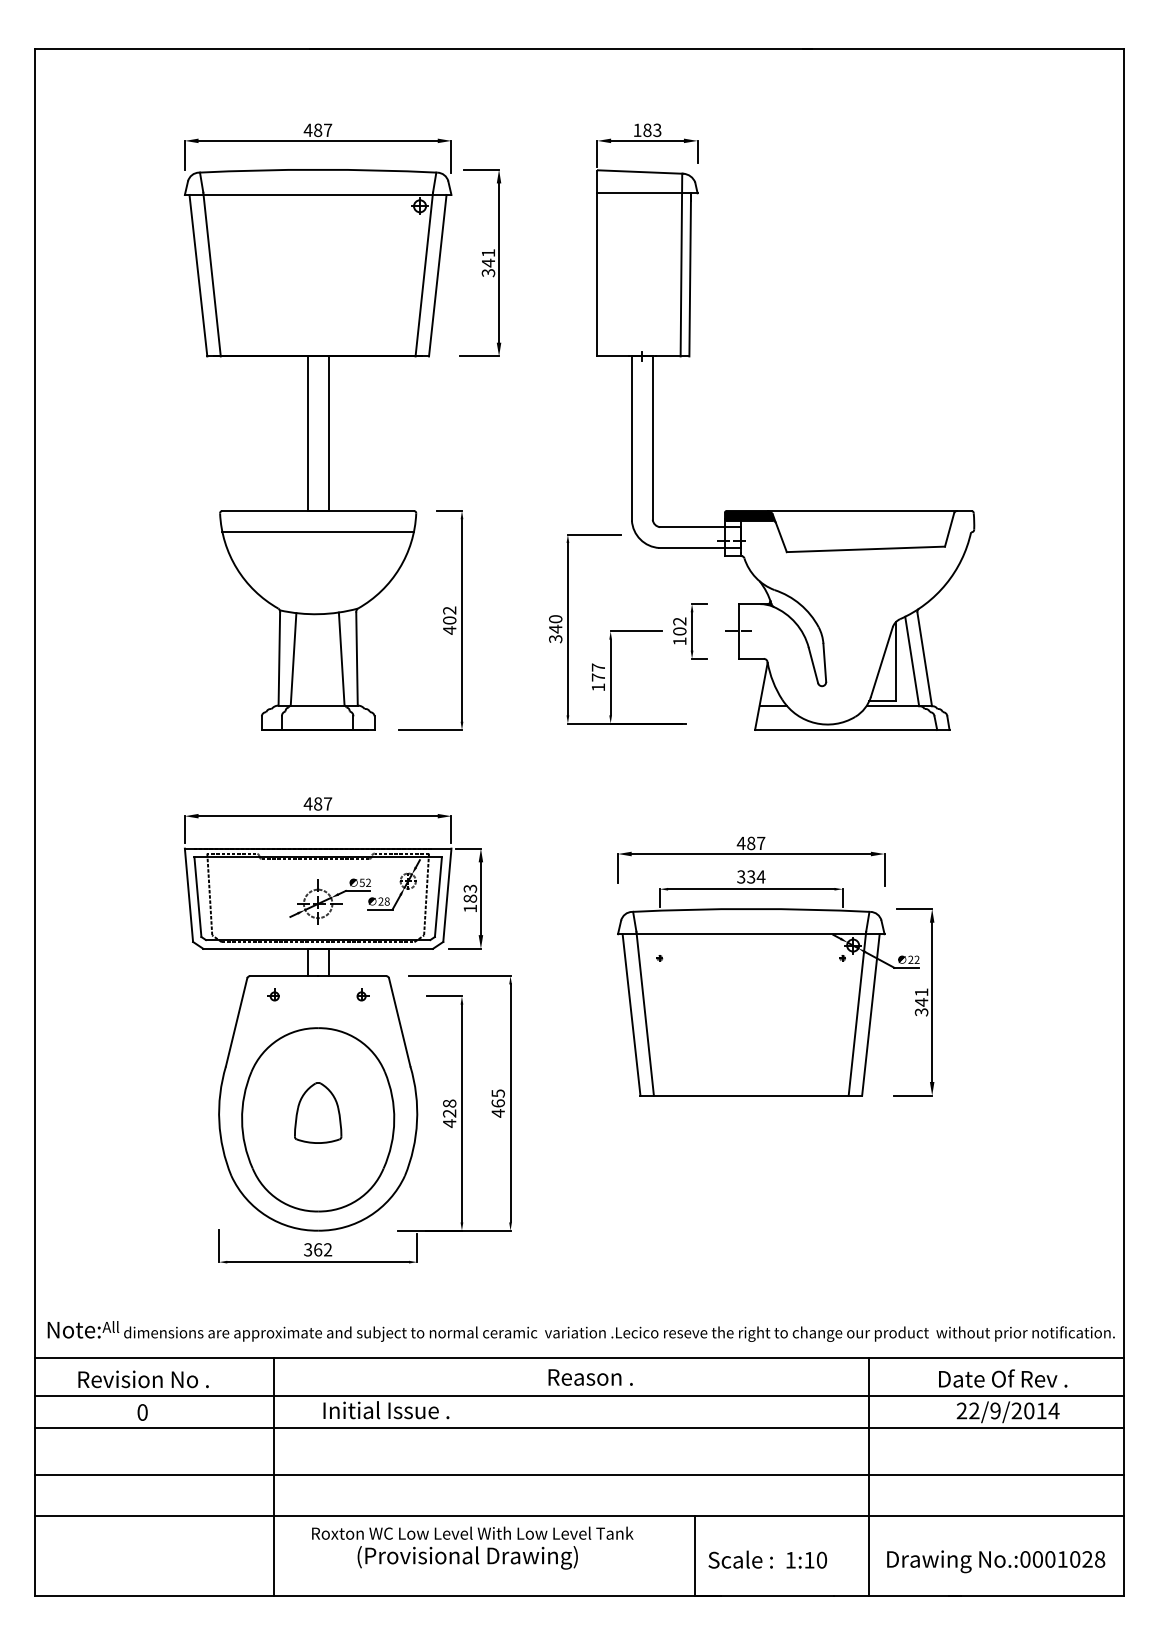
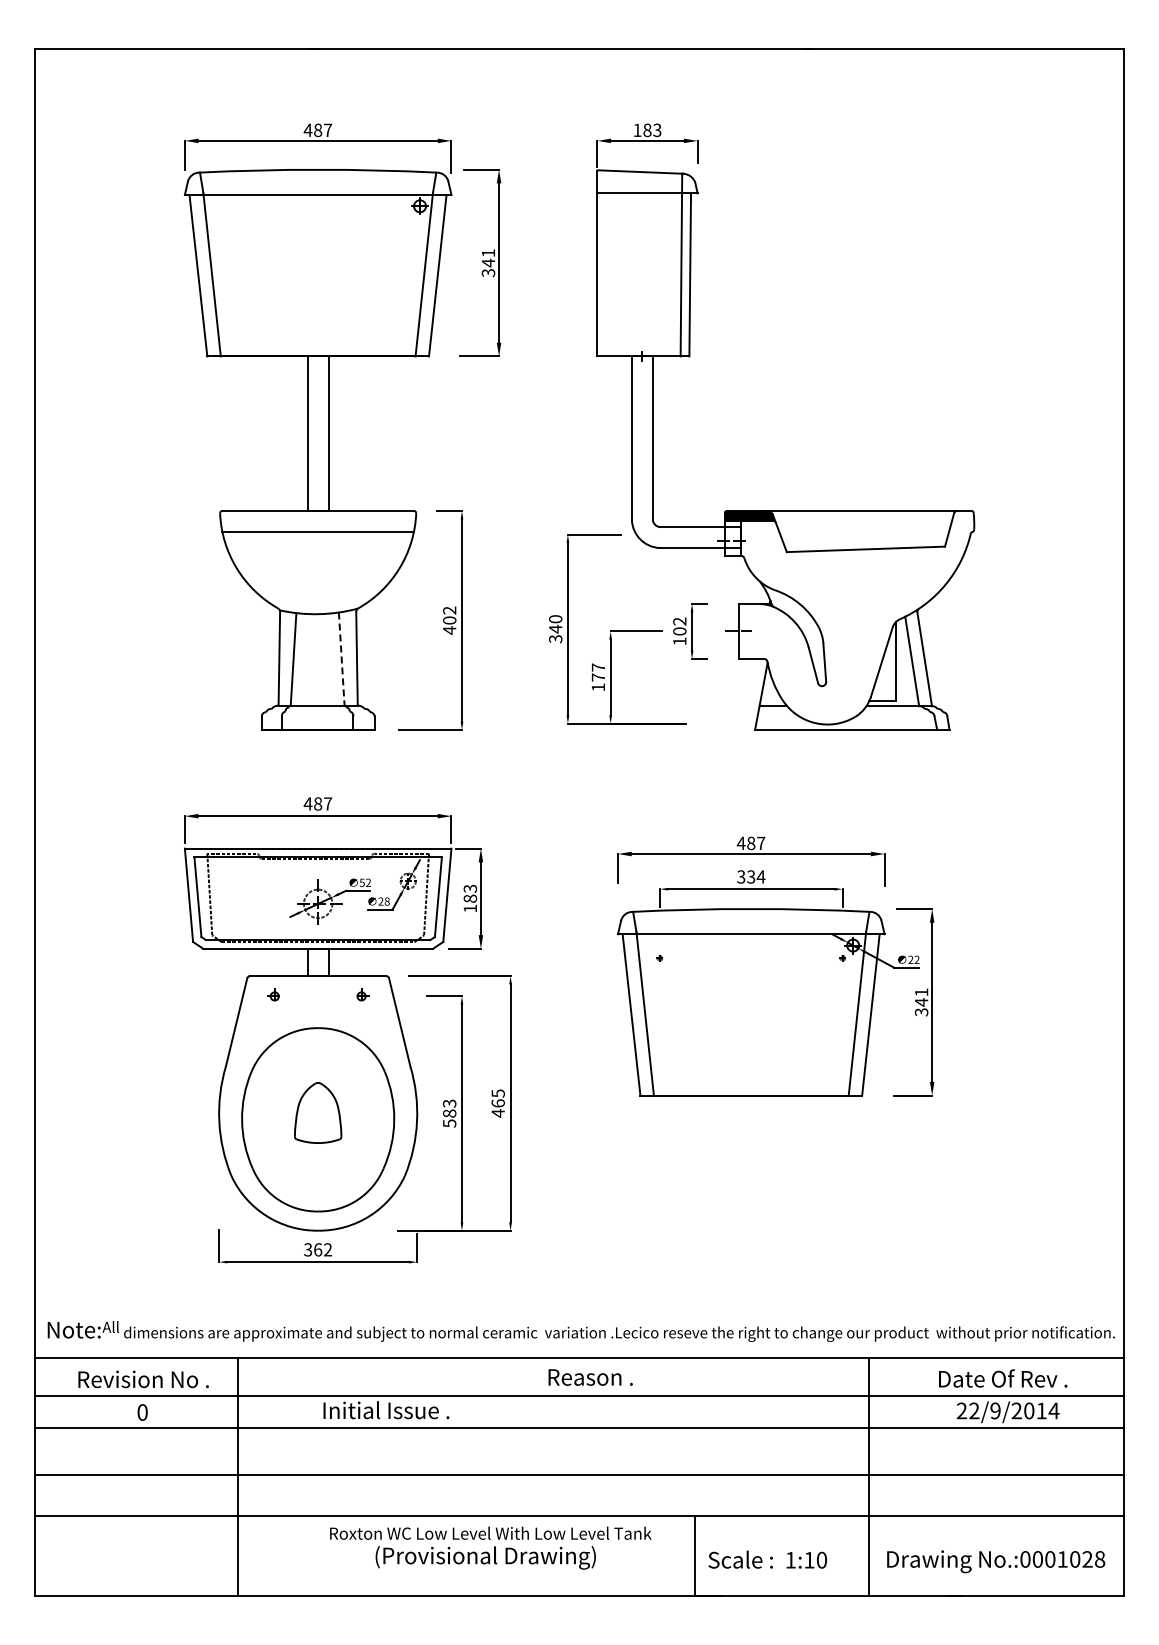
line at (341, 659): solid -> dashed
text at (449, 1113): 428 -> 583
line at (273, 1476) position: (273, 1476) -> (237, 1476)
text at (472, 1547) position: (472, 1547) -> (490, 1547)
